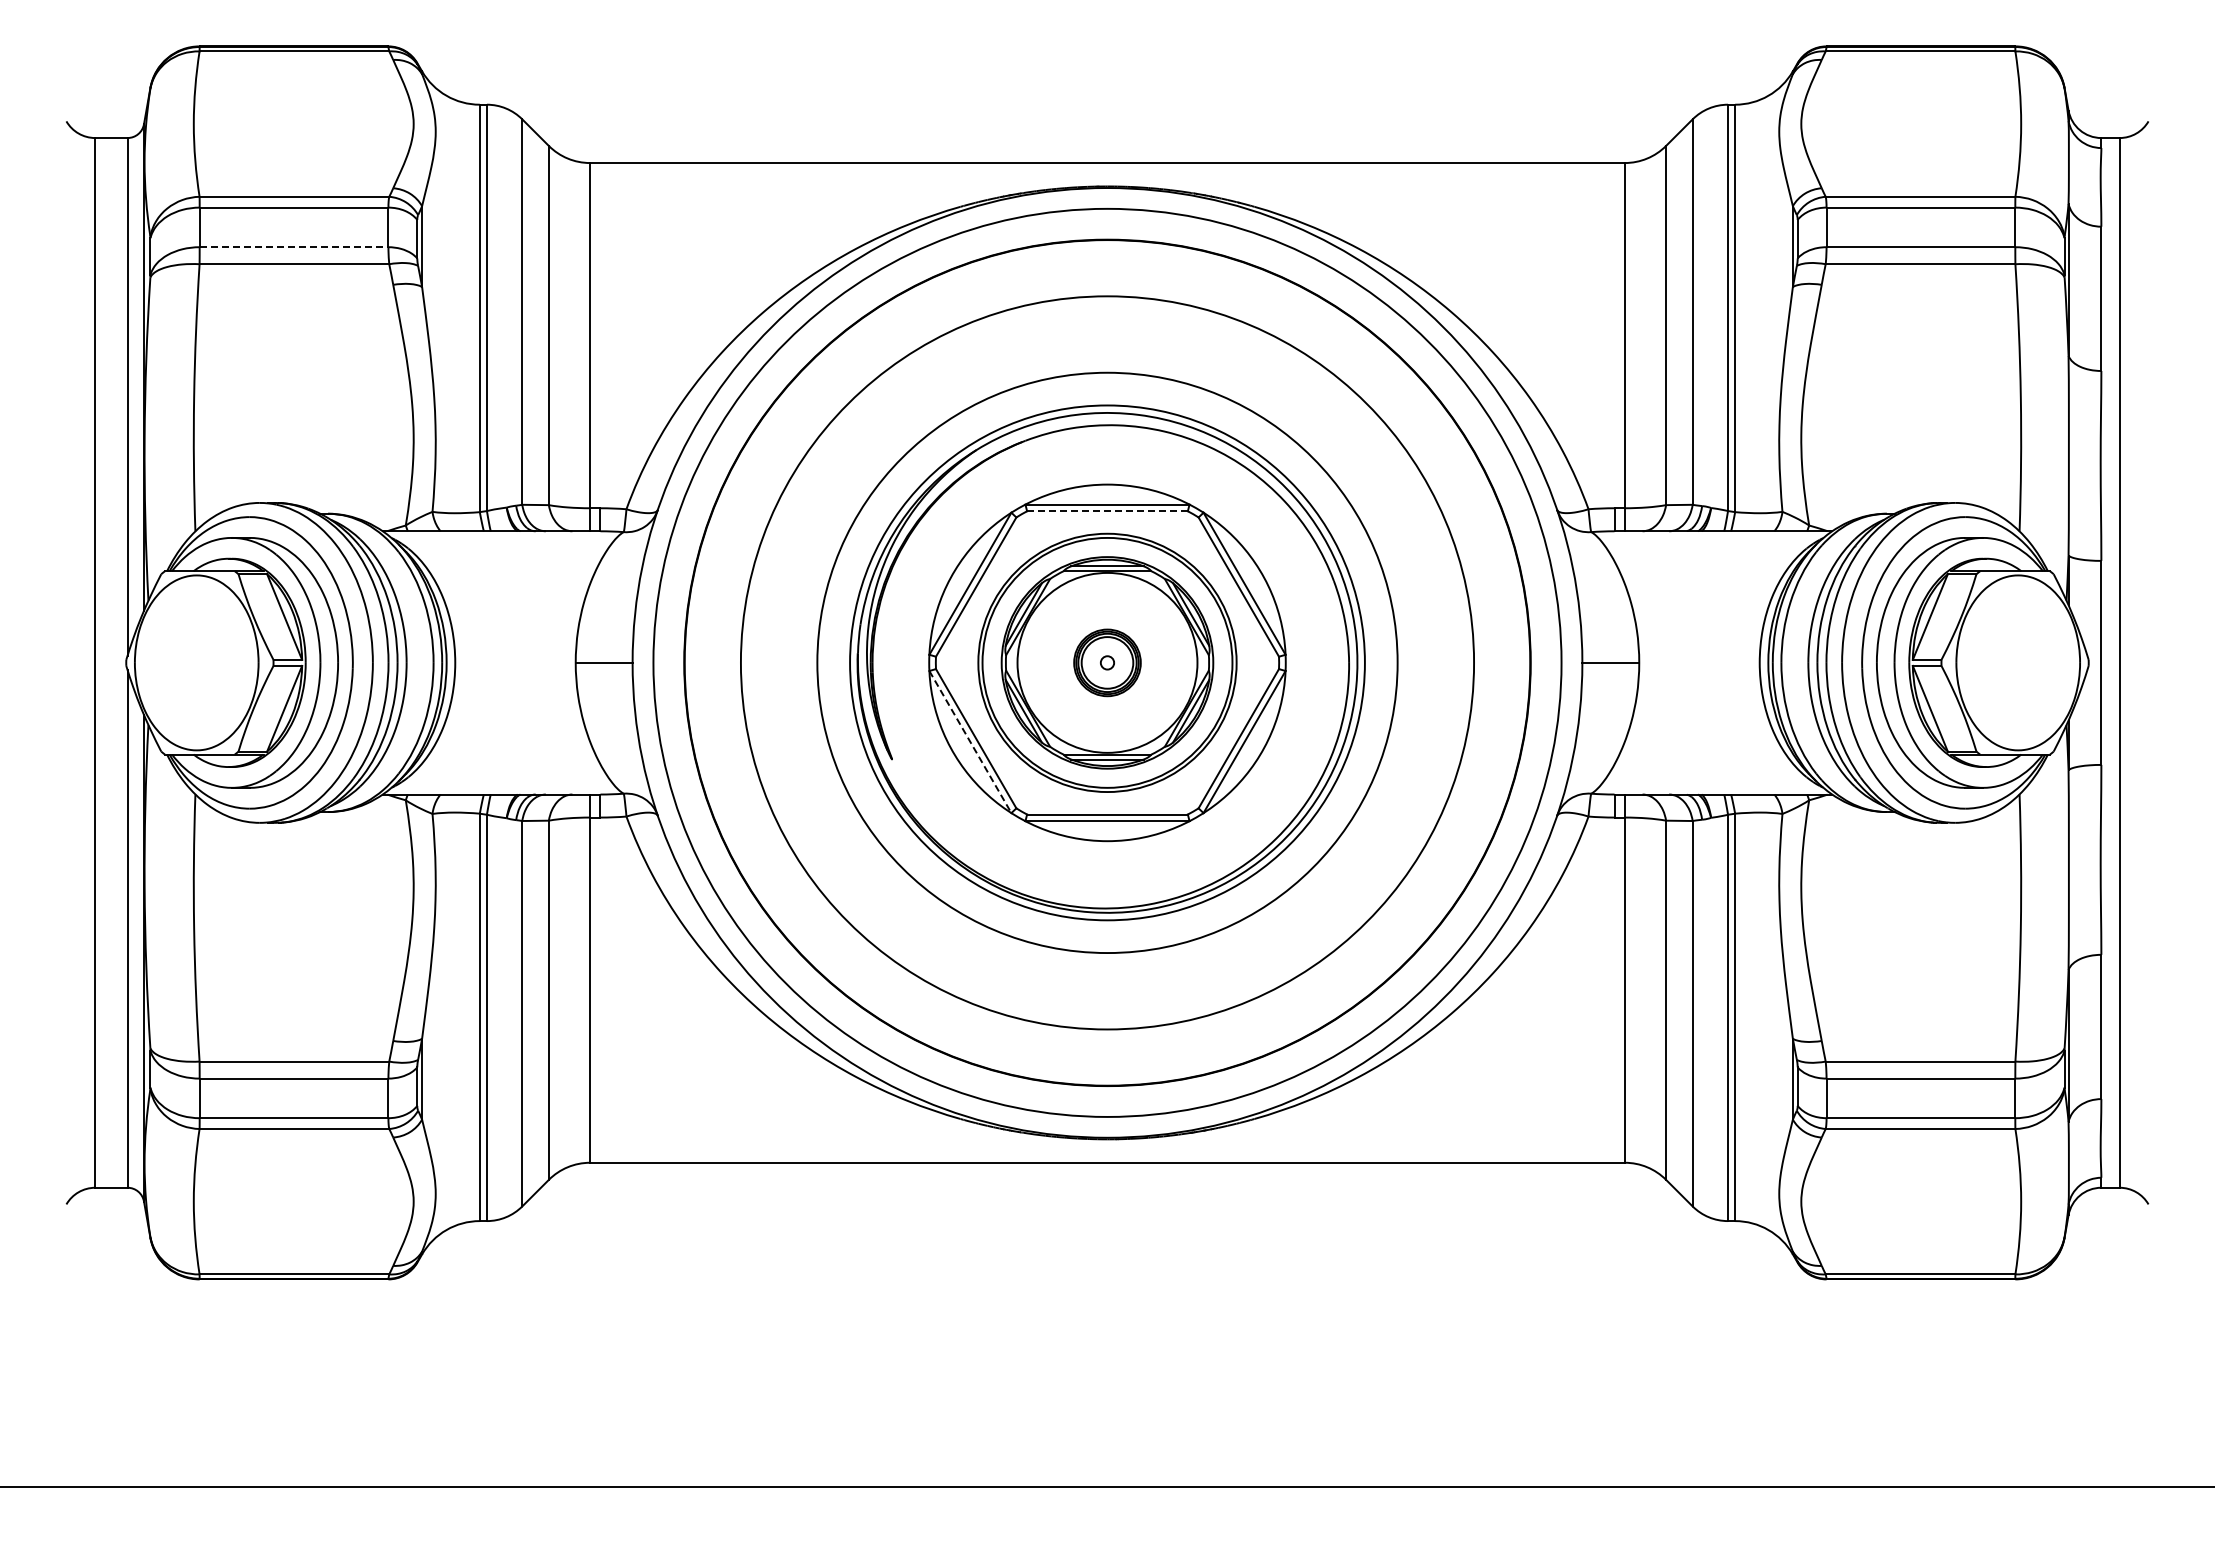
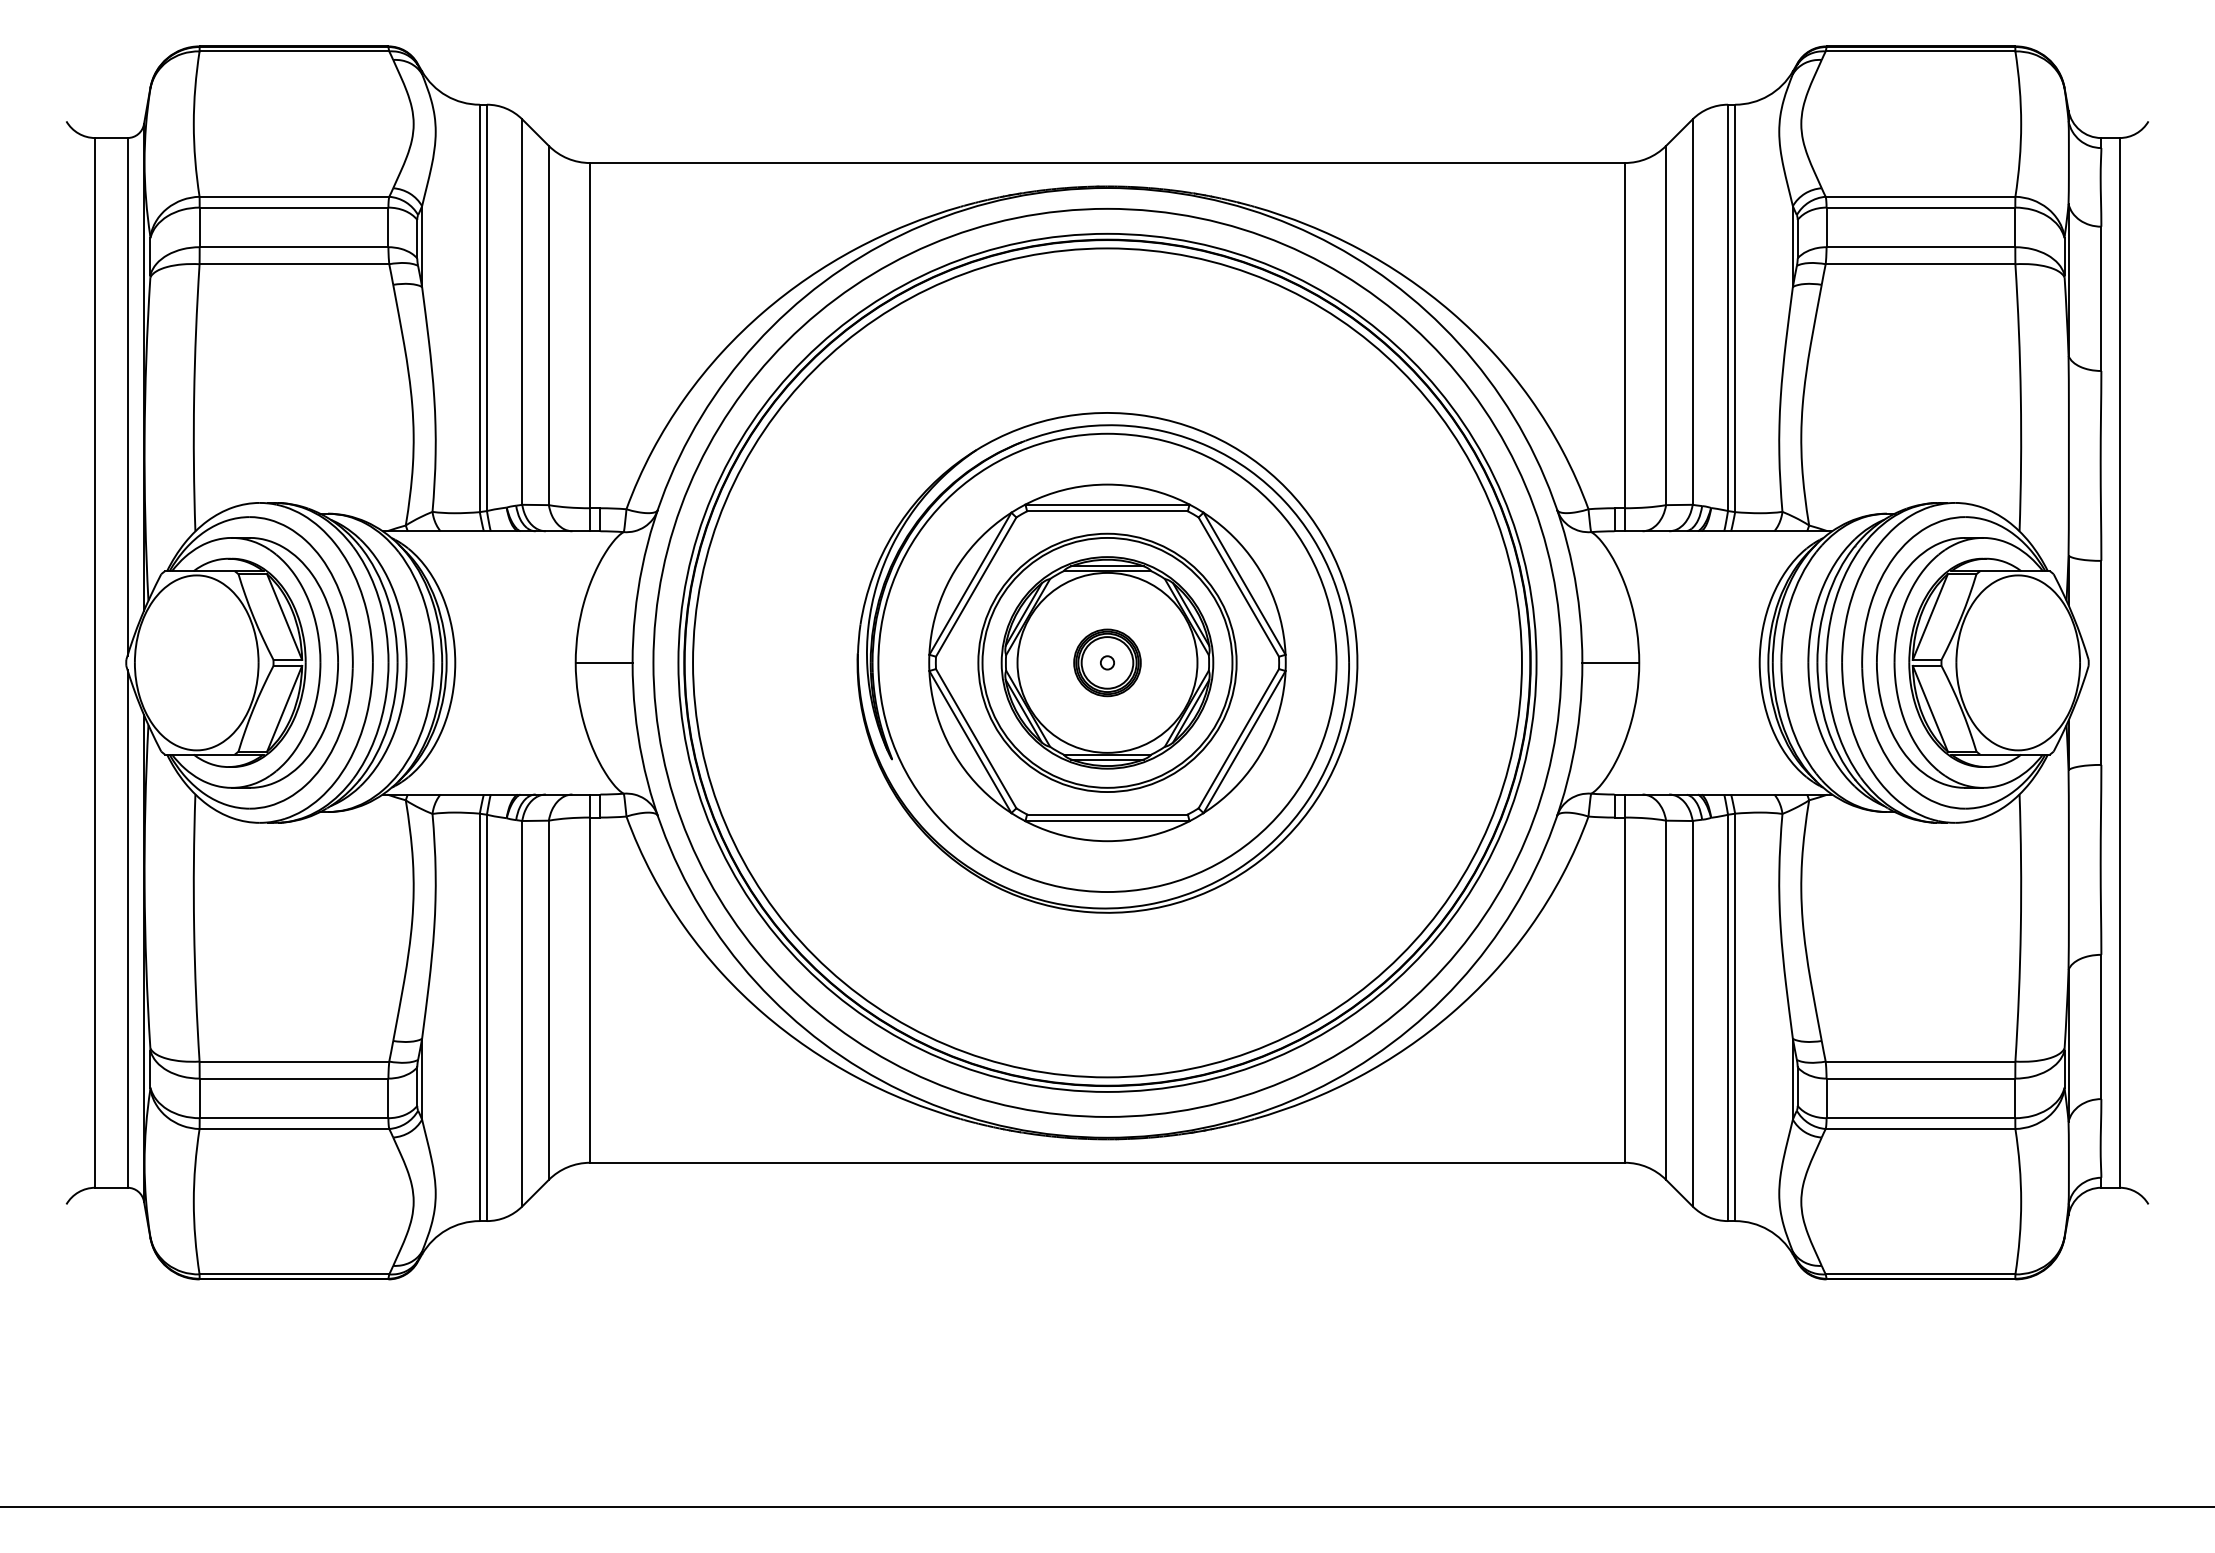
line at (294, 247): dashed -> solid
line at (1107, 511): dashed -> solid
circle at (1107, 662) diameter: 515 px -> 858 px
circle at (1107, 662) diameter: 580 px -> 829 px
circle at (1107, 662) diameter: 733 px -> 458 px
line at (970, 742): dashed -> solid
line at (1106, 1486) position: (1106, 1486) -> (1106, 1506)
